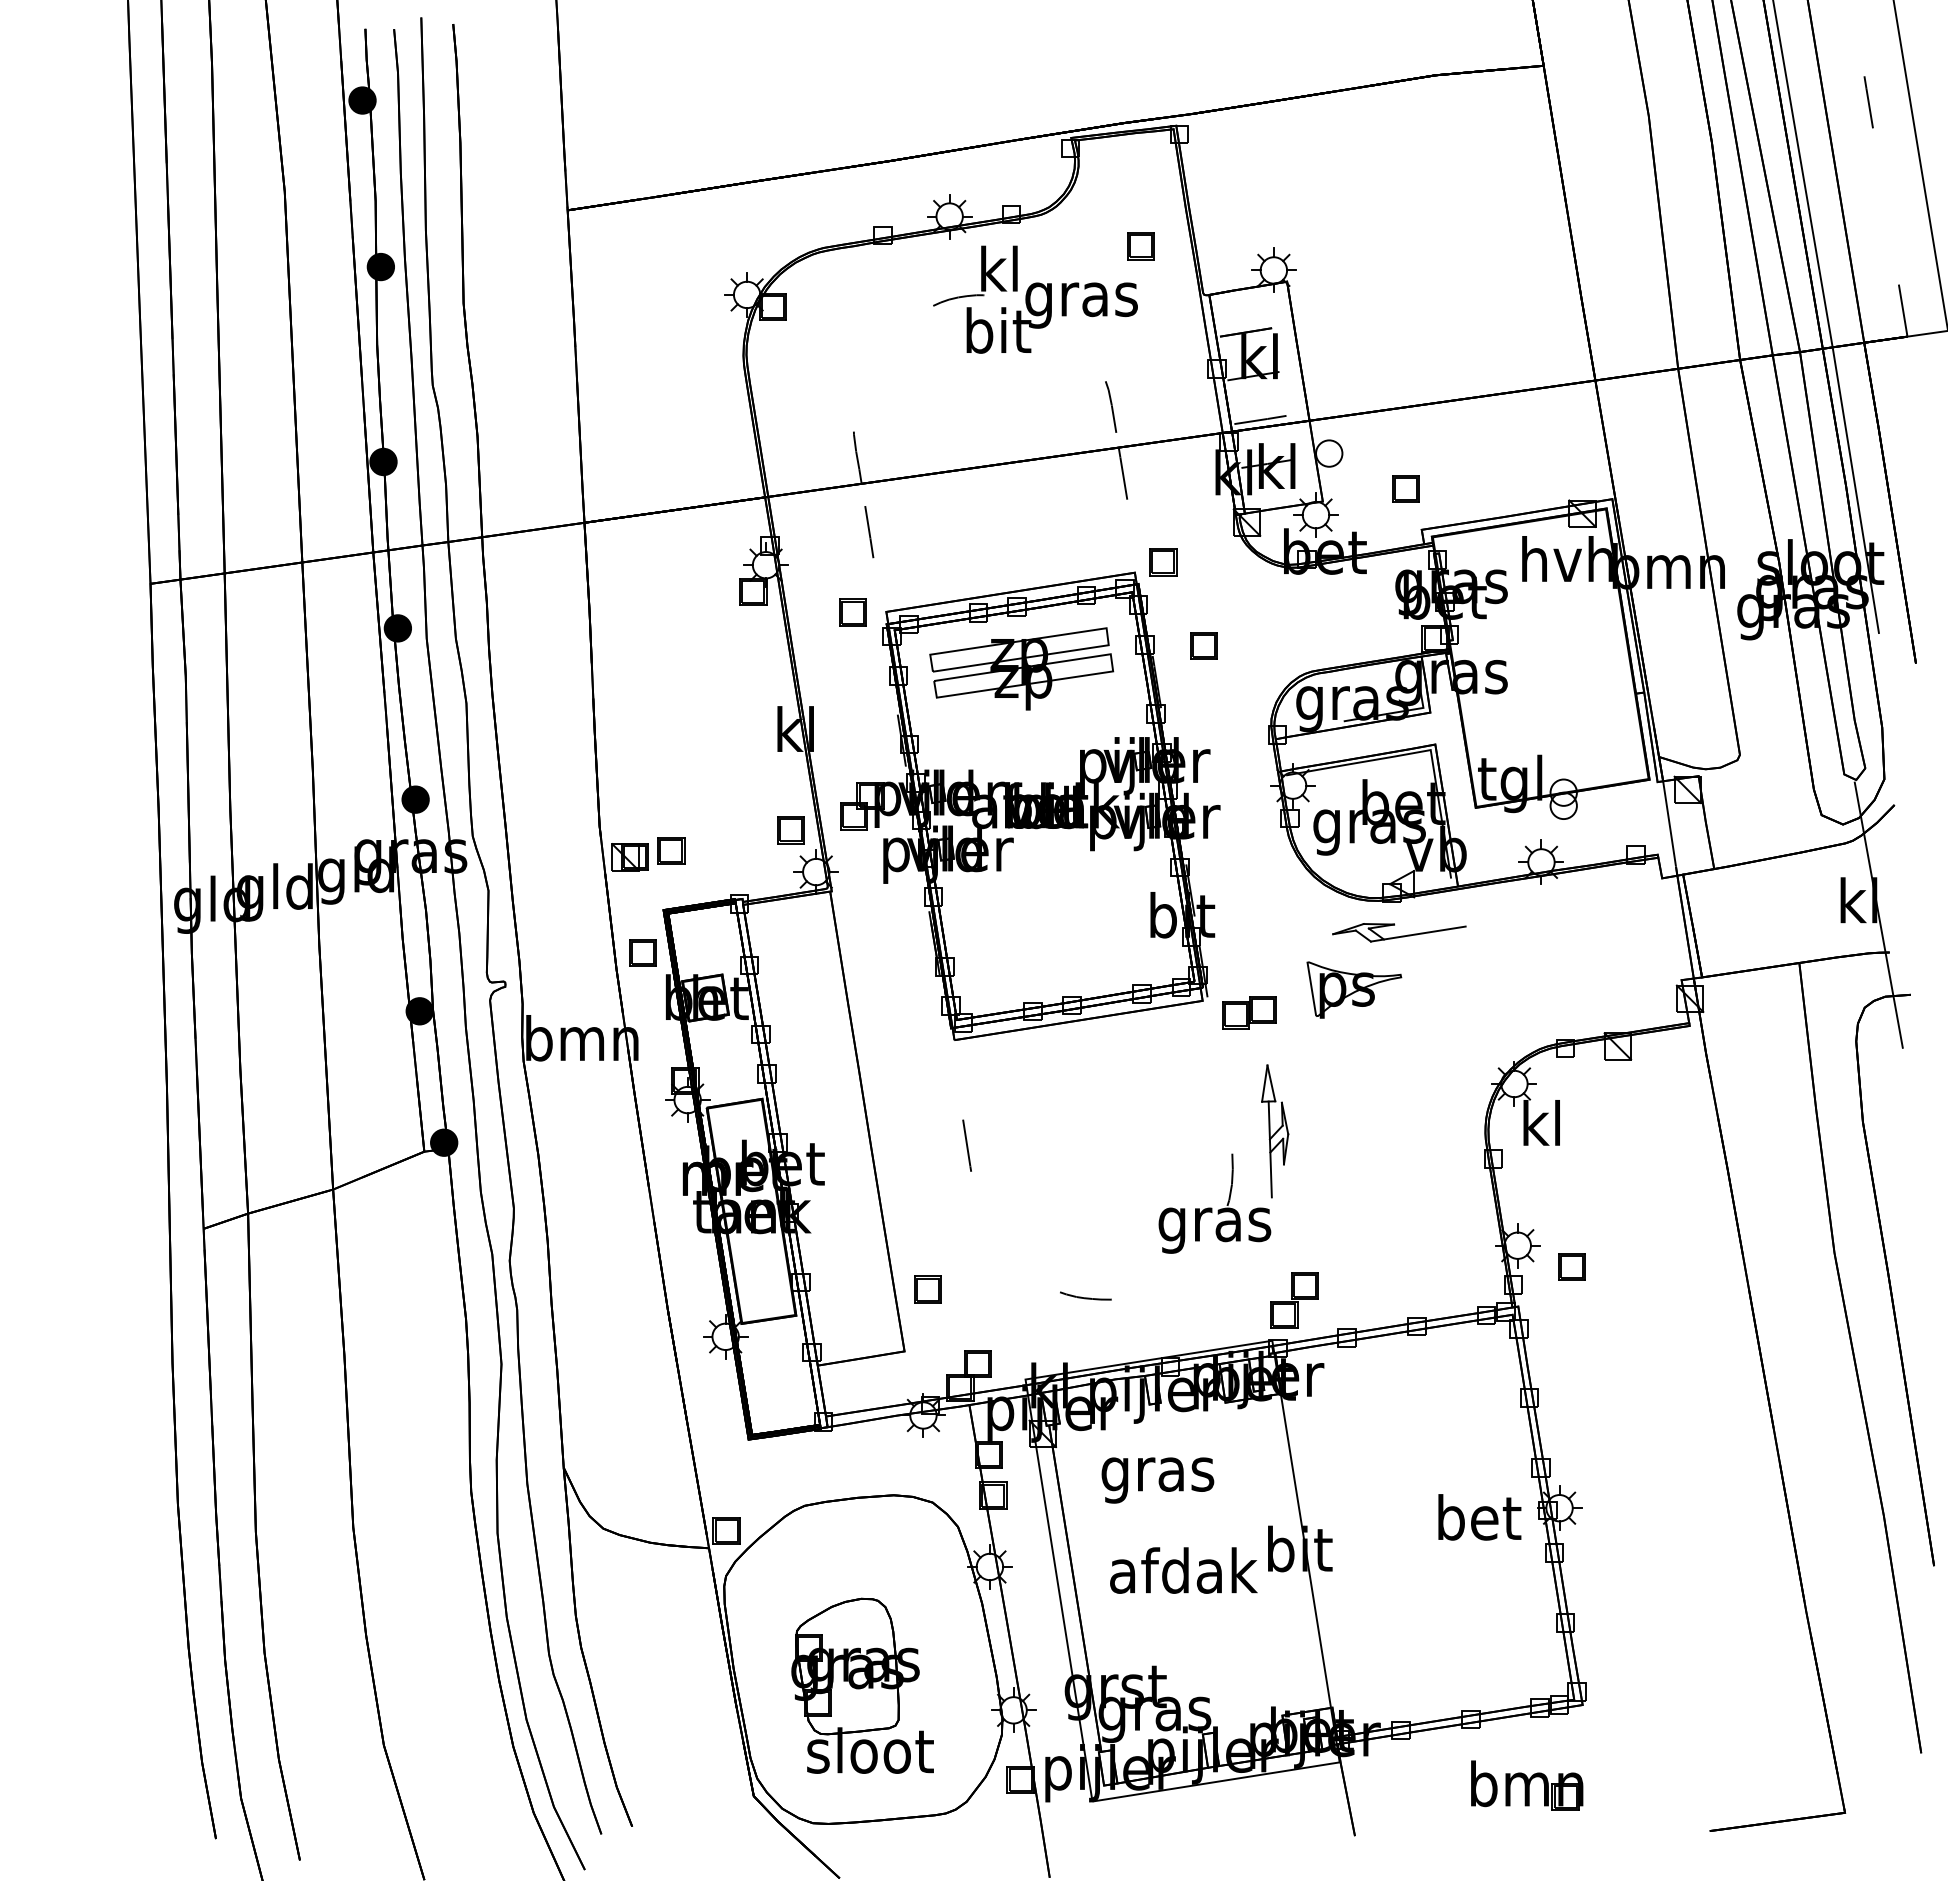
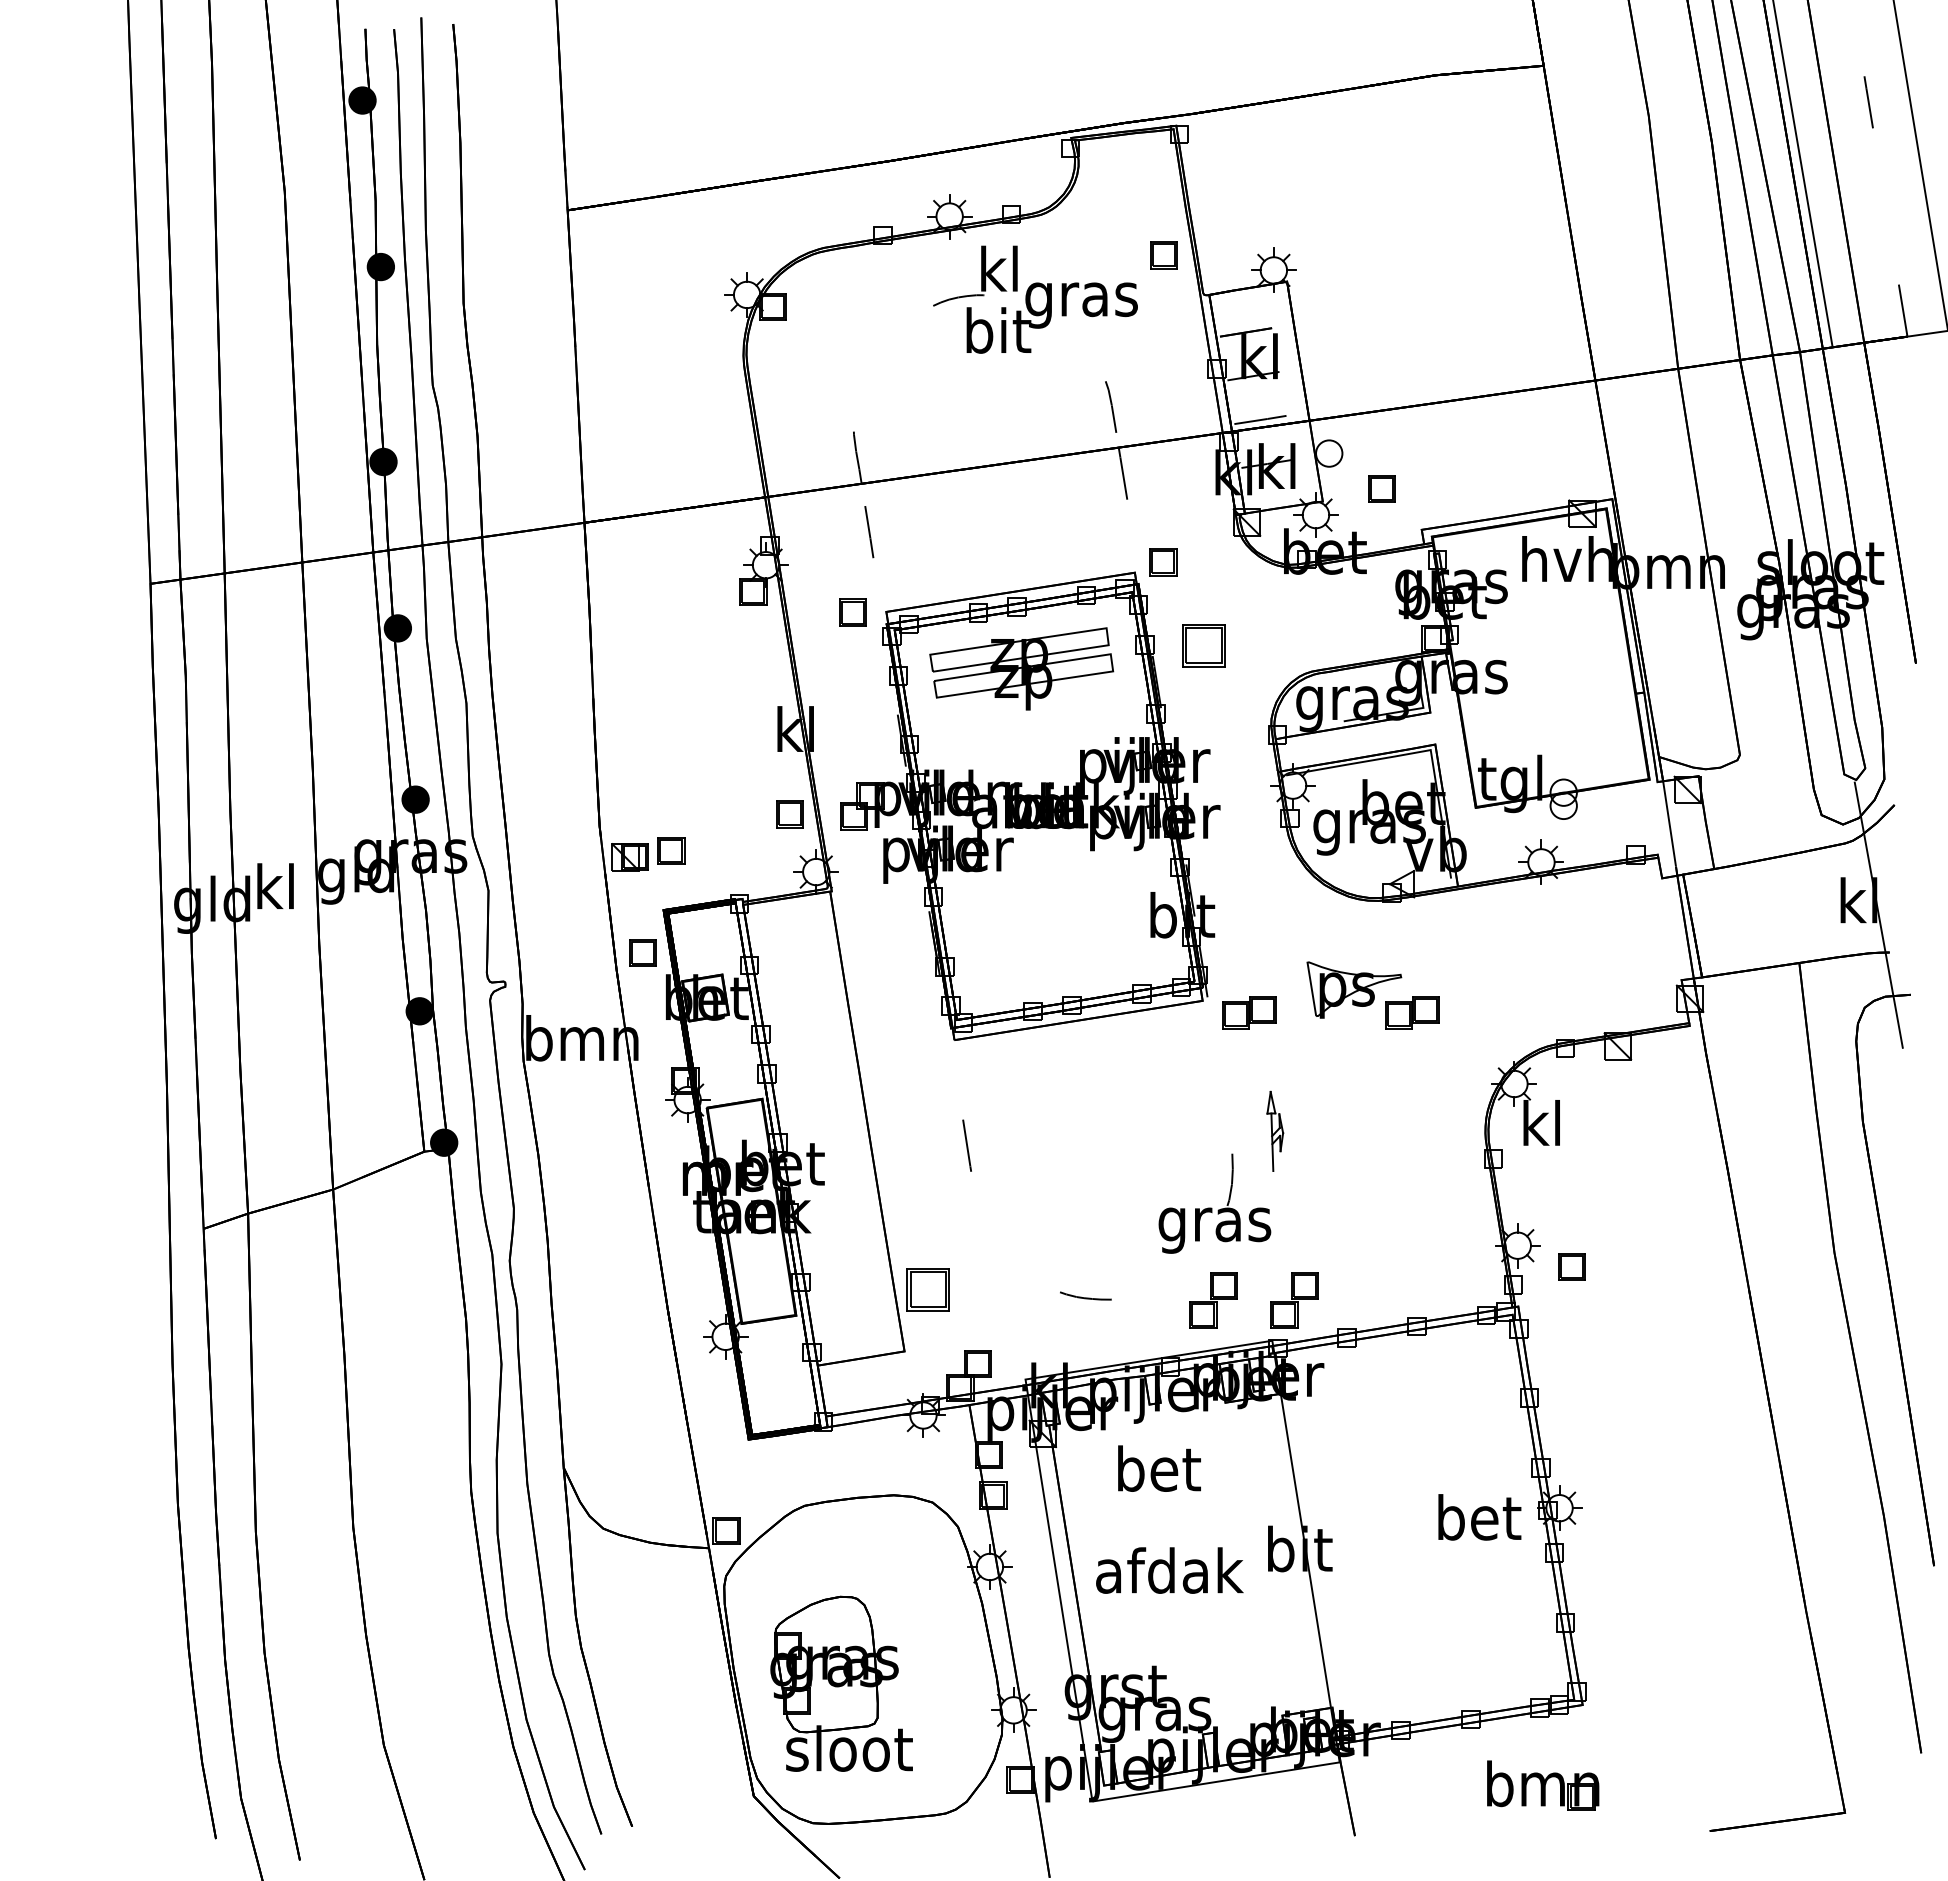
part at (1140, 246) position: (1140, 246) -> (1163, 255)
part at (1405, 488) position: (1405, 488) -> (1381, 488)
line at (1855, 490): present -> none
part at (1203, 645) size: 28x28 px -> 44x44 px
part at (790, 830) position: (790, 830) -> (789, 814)
text at (274, 892): gld -> kl
part at (1399, 932): present -> none
part at (1412, 1012): none -> present
part at (1275, 1131) size: 29x135 px -> 19x82 px
part at (927, 1289) size: 28x29 px -> 44x44 px
part at (1213, 1300): none -> present
text at (1157, 1474): gras -> bet
text at (1183, 1570) position: (1183, 1570) -> (1169, 1570)
part at (862, 1685) position: (862, 1685) -> (841, 1683)
part at (1527, 1785) position: (1527, 1785) -> (1543, 1785)
